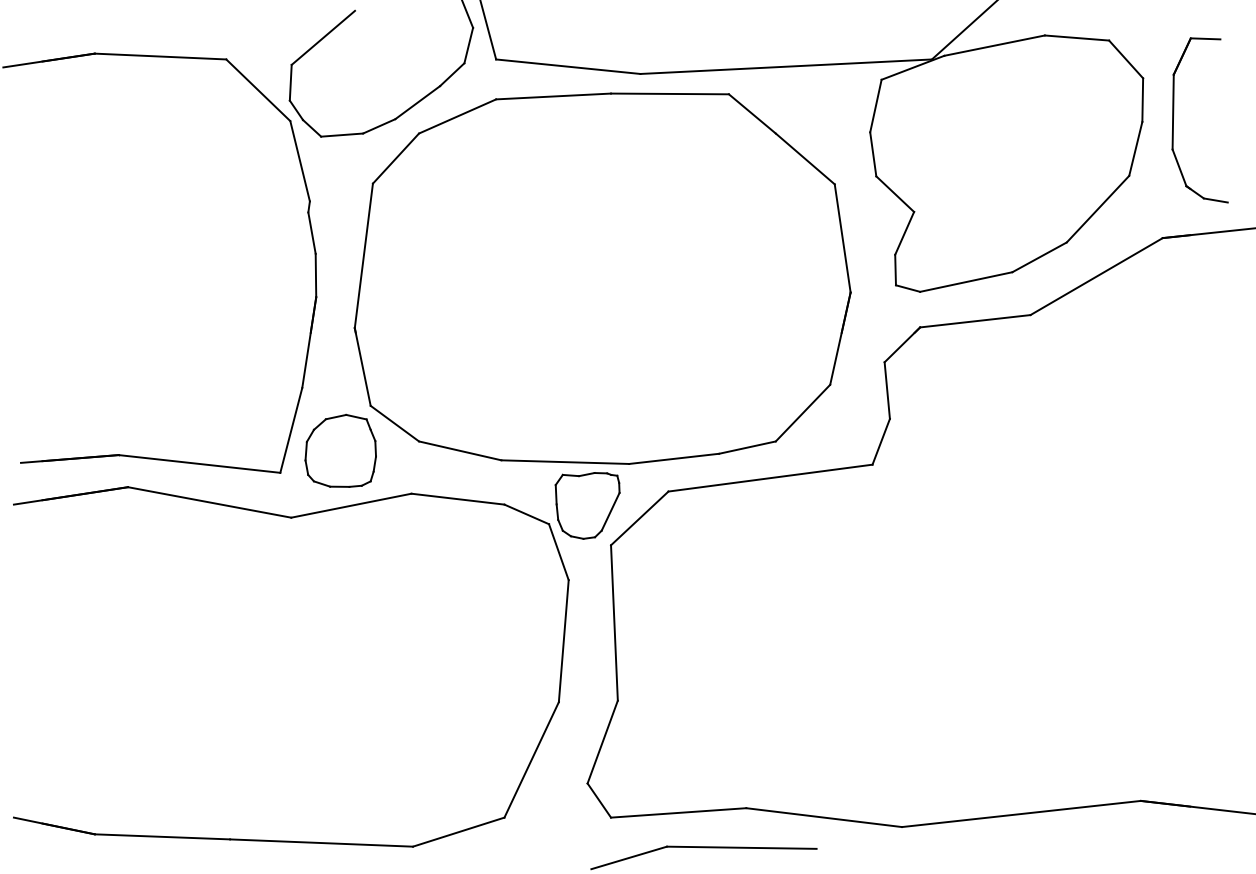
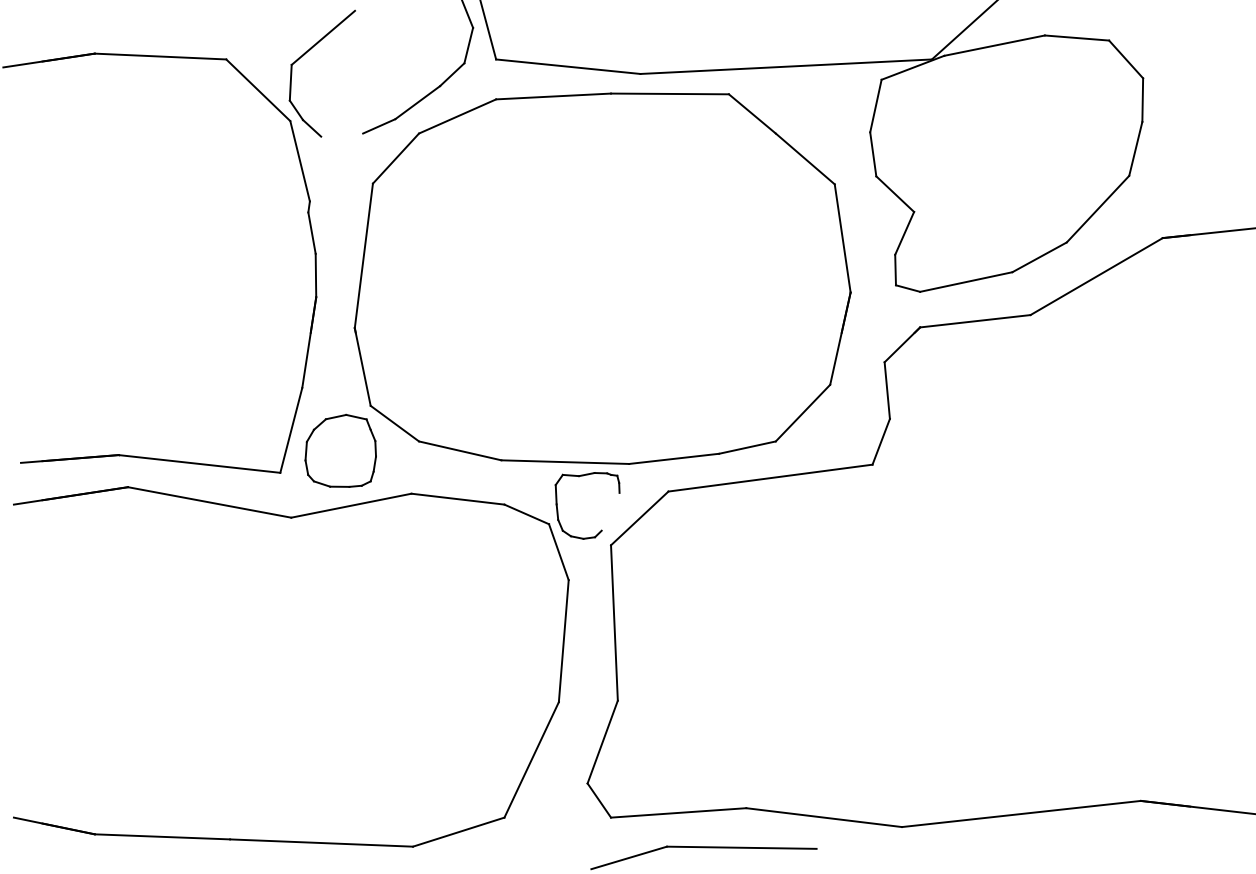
part at (1174, 113): present -> none
line at (342, 134): present -> none
line at (610, 511): present -> none
